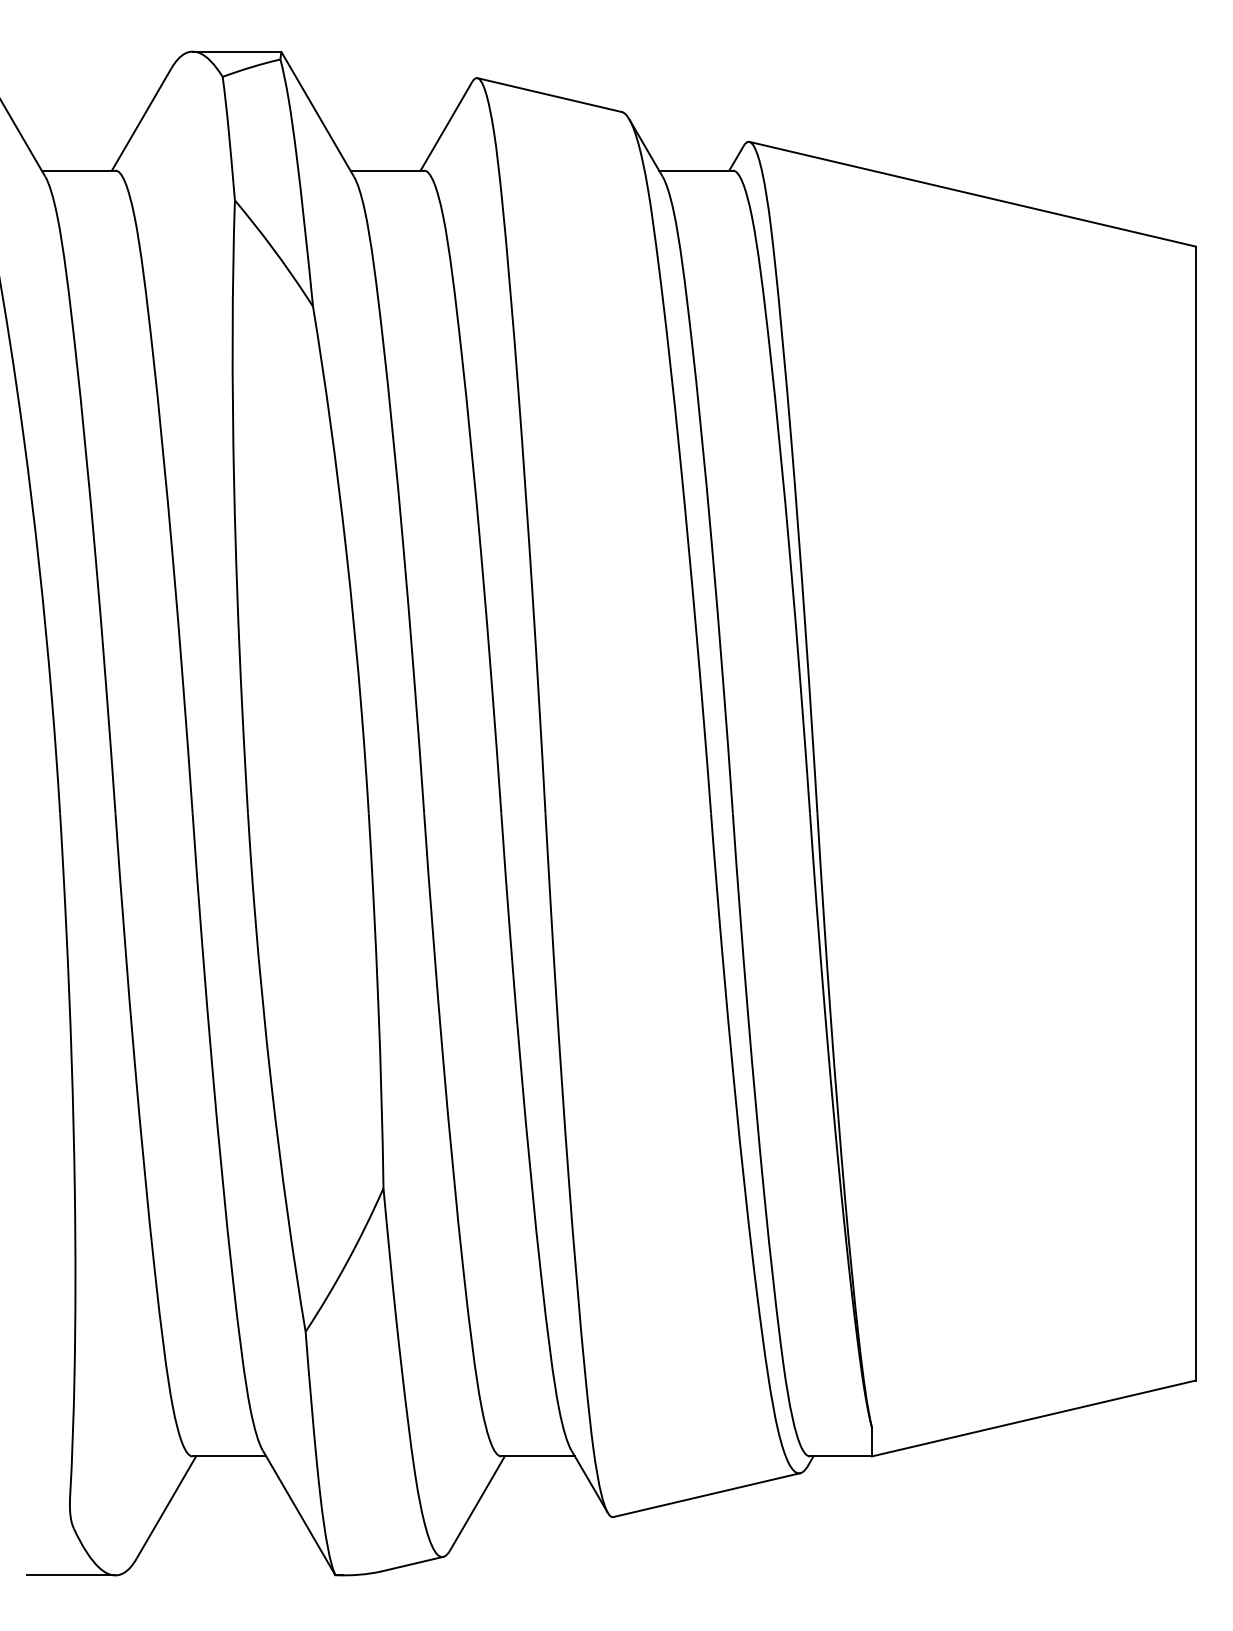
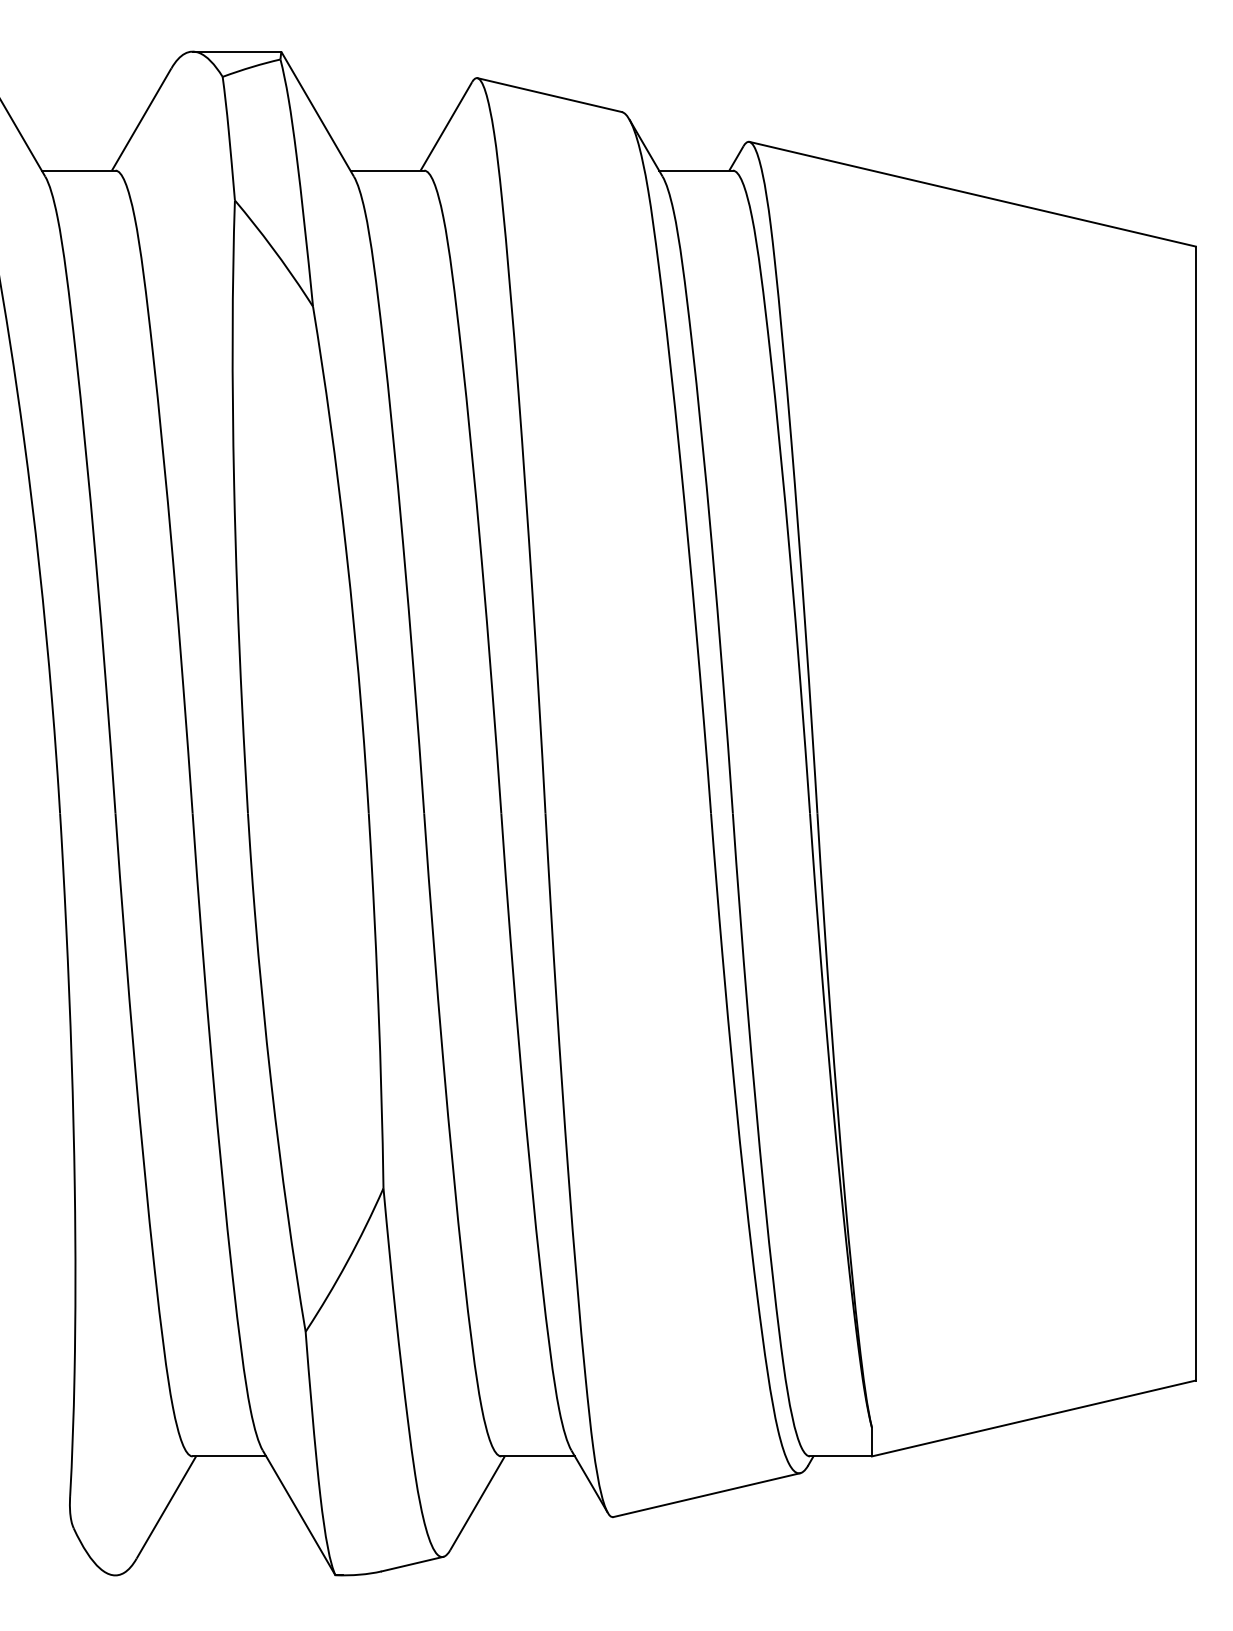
line at (70, 1575): present -> none
